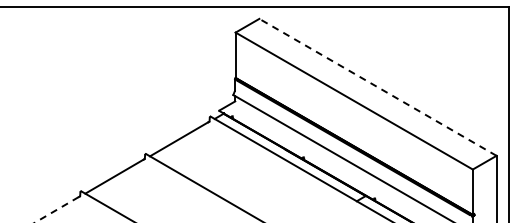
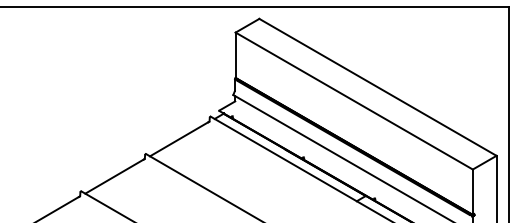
line at (377, 87): dashed -> solid
line at (56, 210): dashed -> solid
